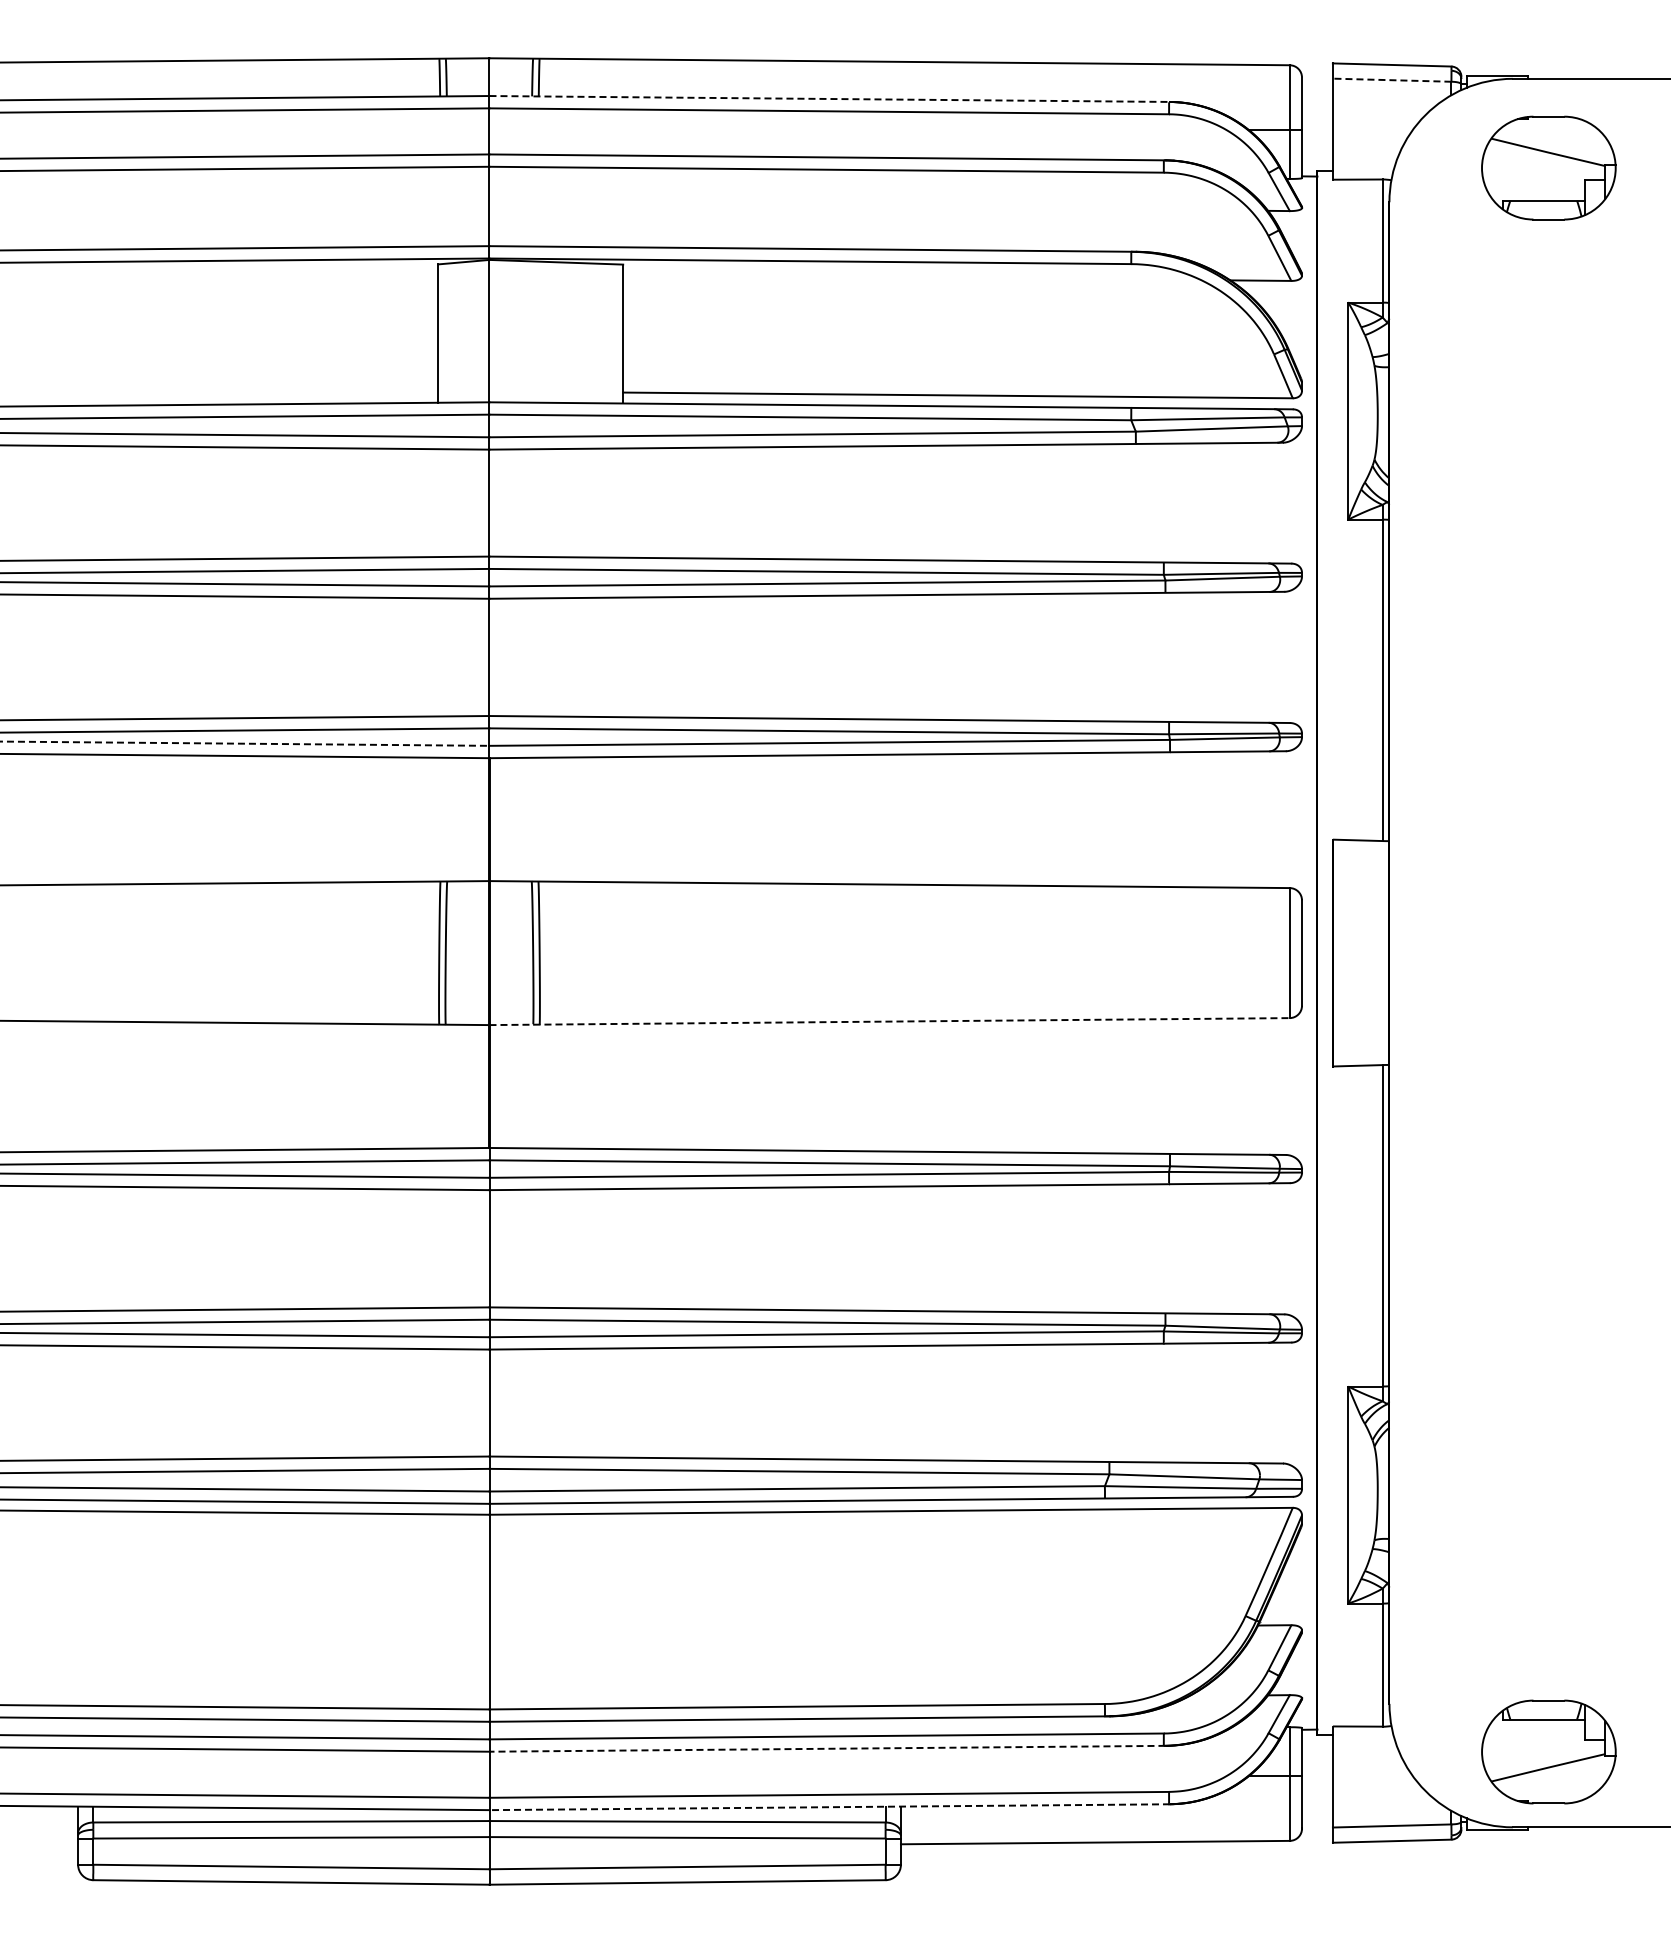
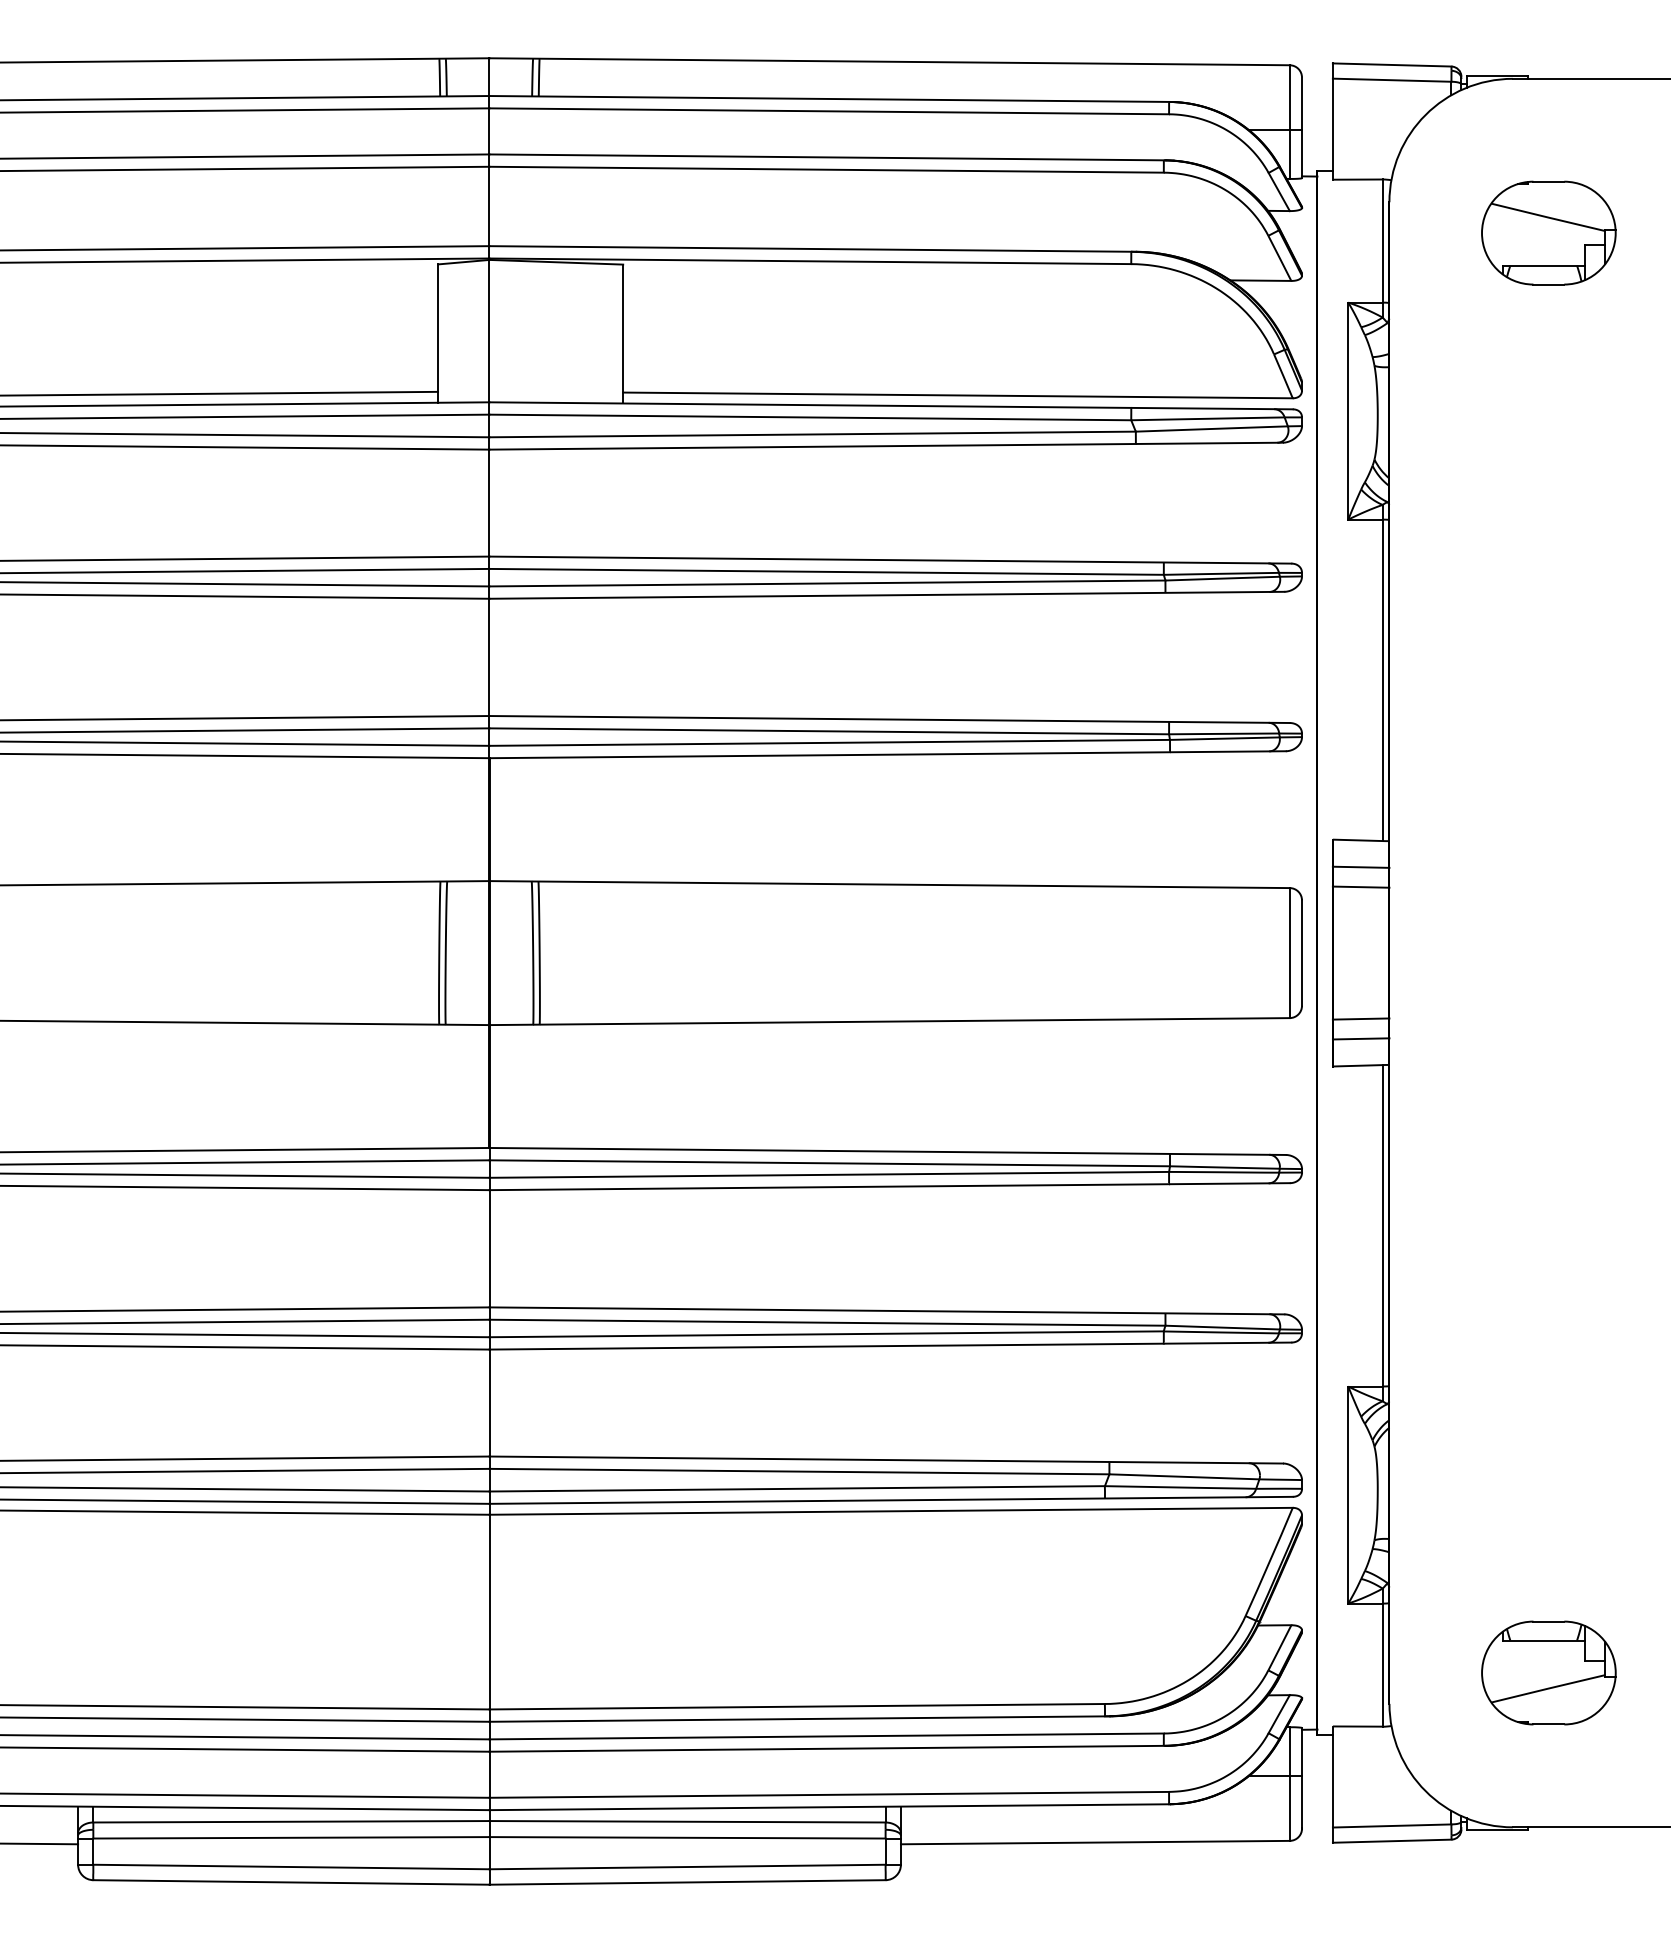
line at (1391, 80): dashed -> solid
line at (830, 99): dashed -> solid
part at (1548, 167) position: (1548, 167) -> (1548, 232)
line at (220, 393): none -> present
line at (245, 743): dashed -> solid
line at (1360, 866): none -> present
line at (1360, 886): none -> present
line at (1360, 1018): none -> present
line at (890, 1021): dashed -> solid
line at (1360, 1038): none -> present
line at (827, 1748): dashed -> solid
part at (1548, 1751) position: (1548, 1751) -> (1548, 1672)
line at (829, 1807): dashed -> solid
line at (40, 1843): none -> present
